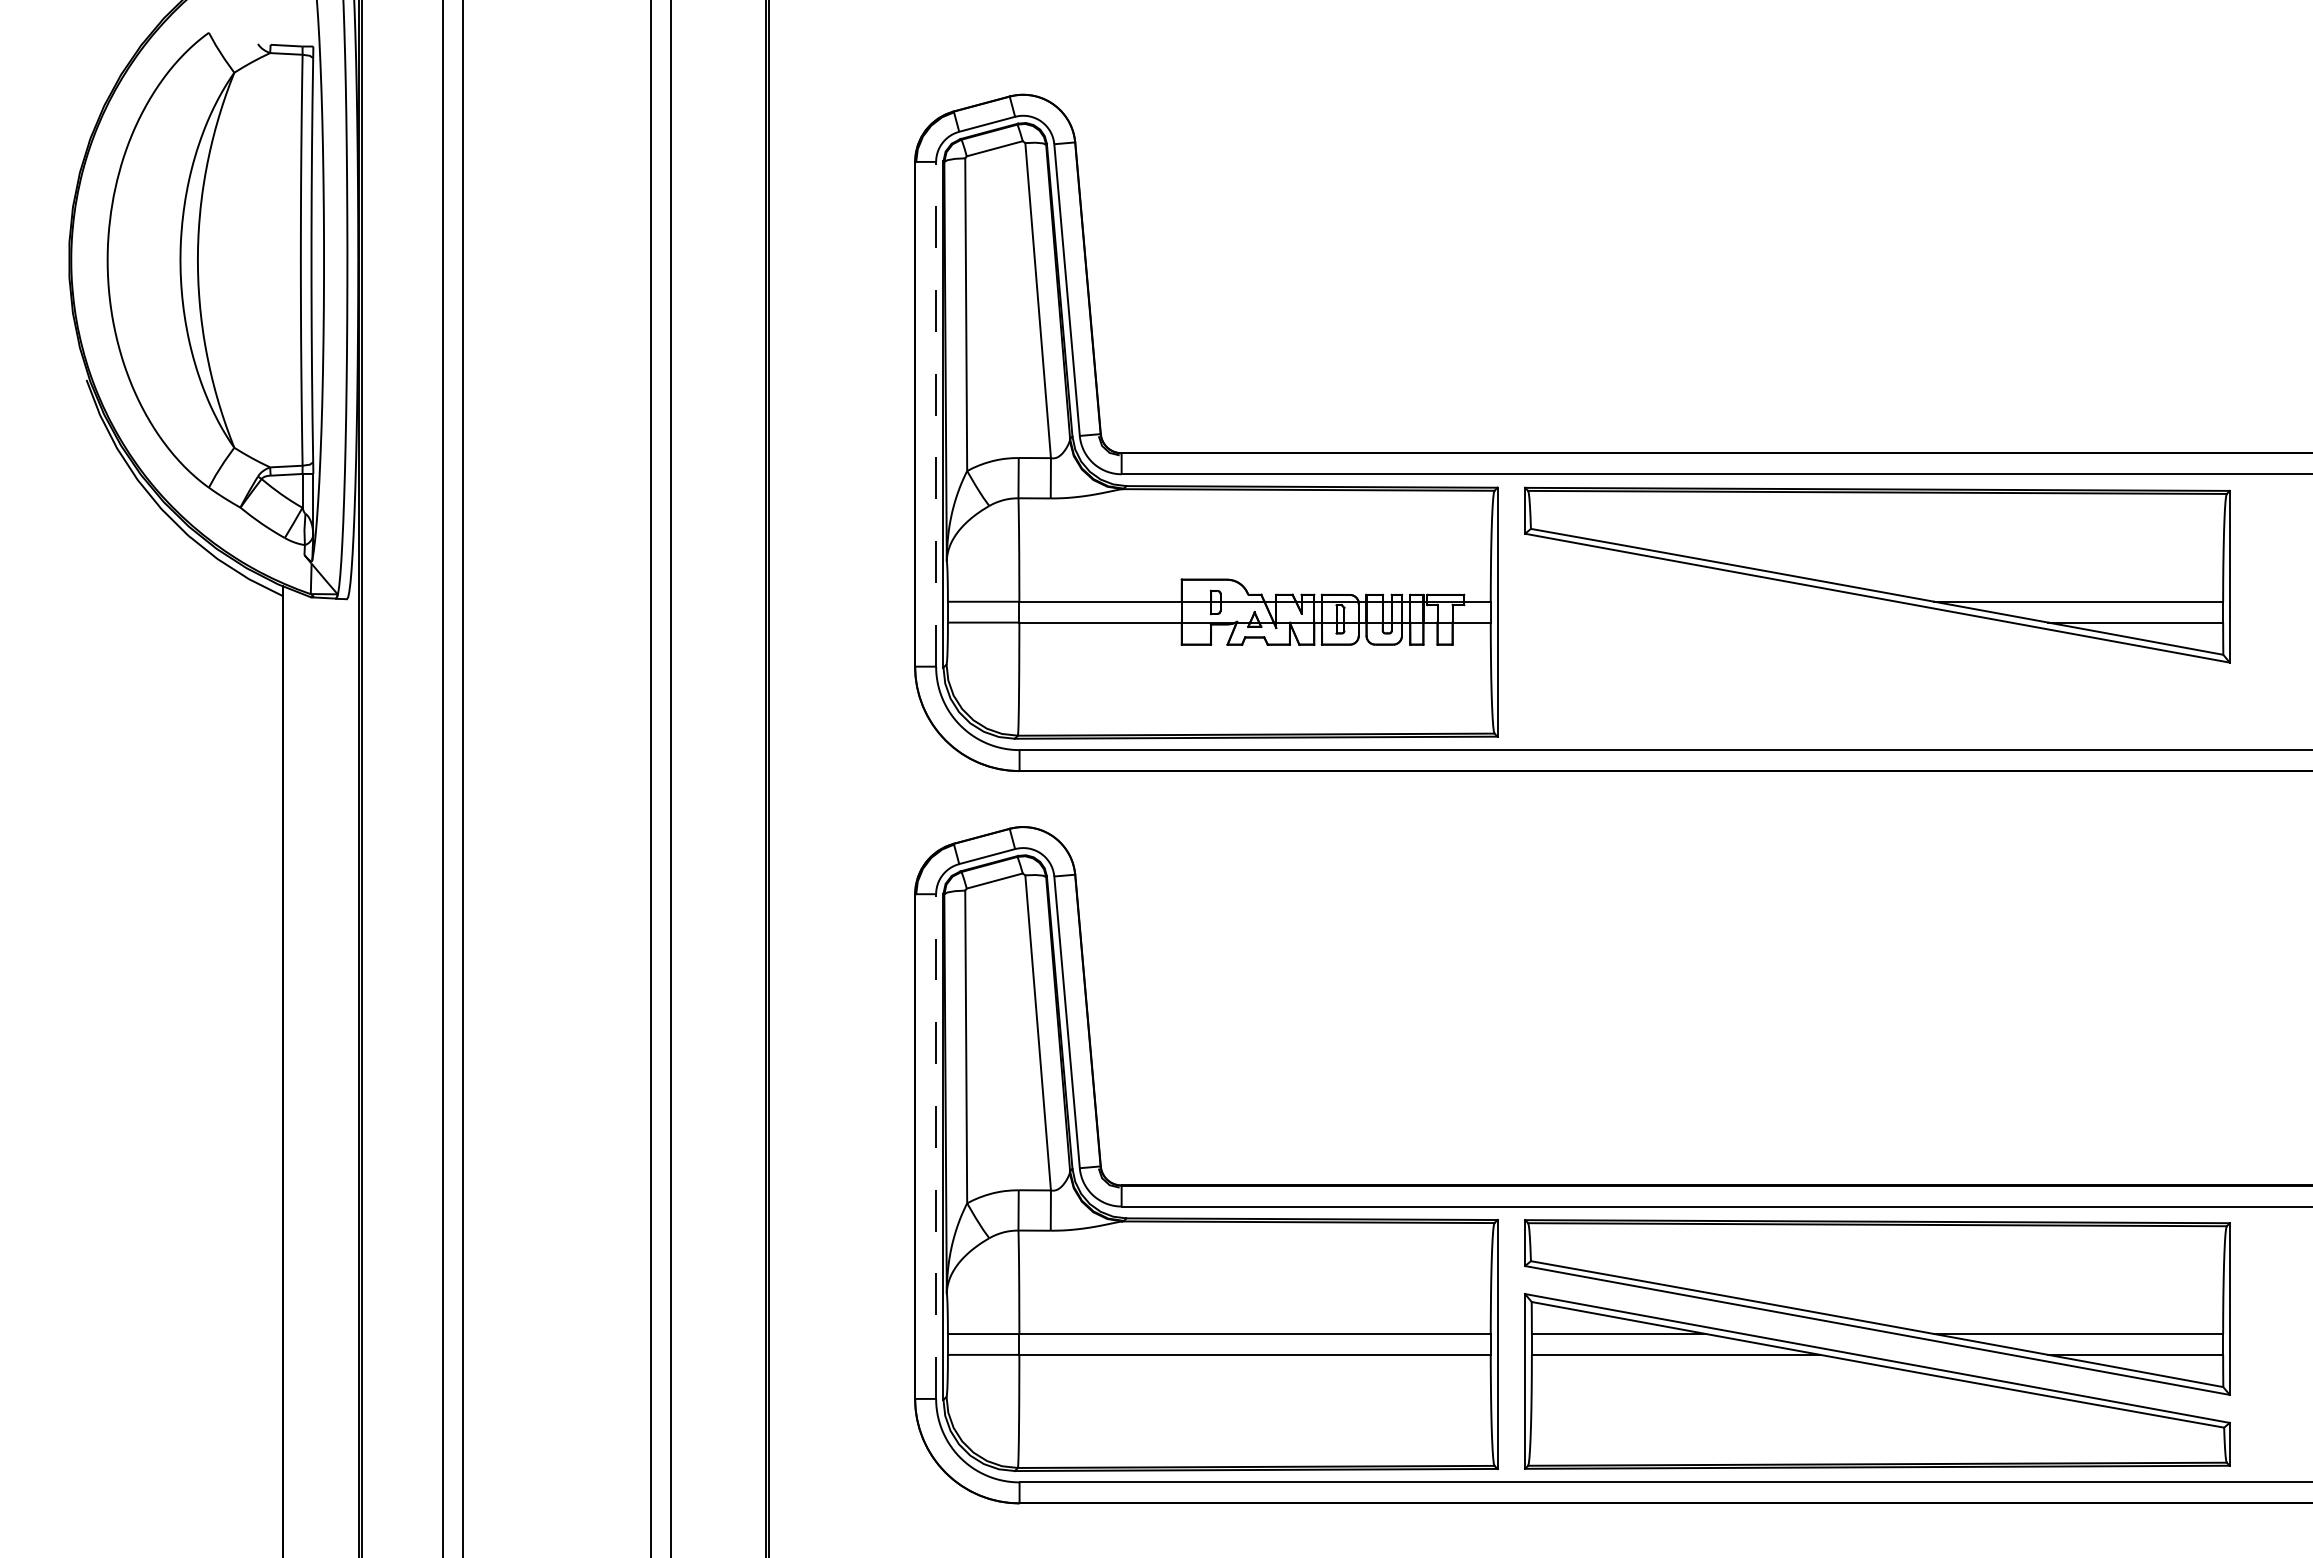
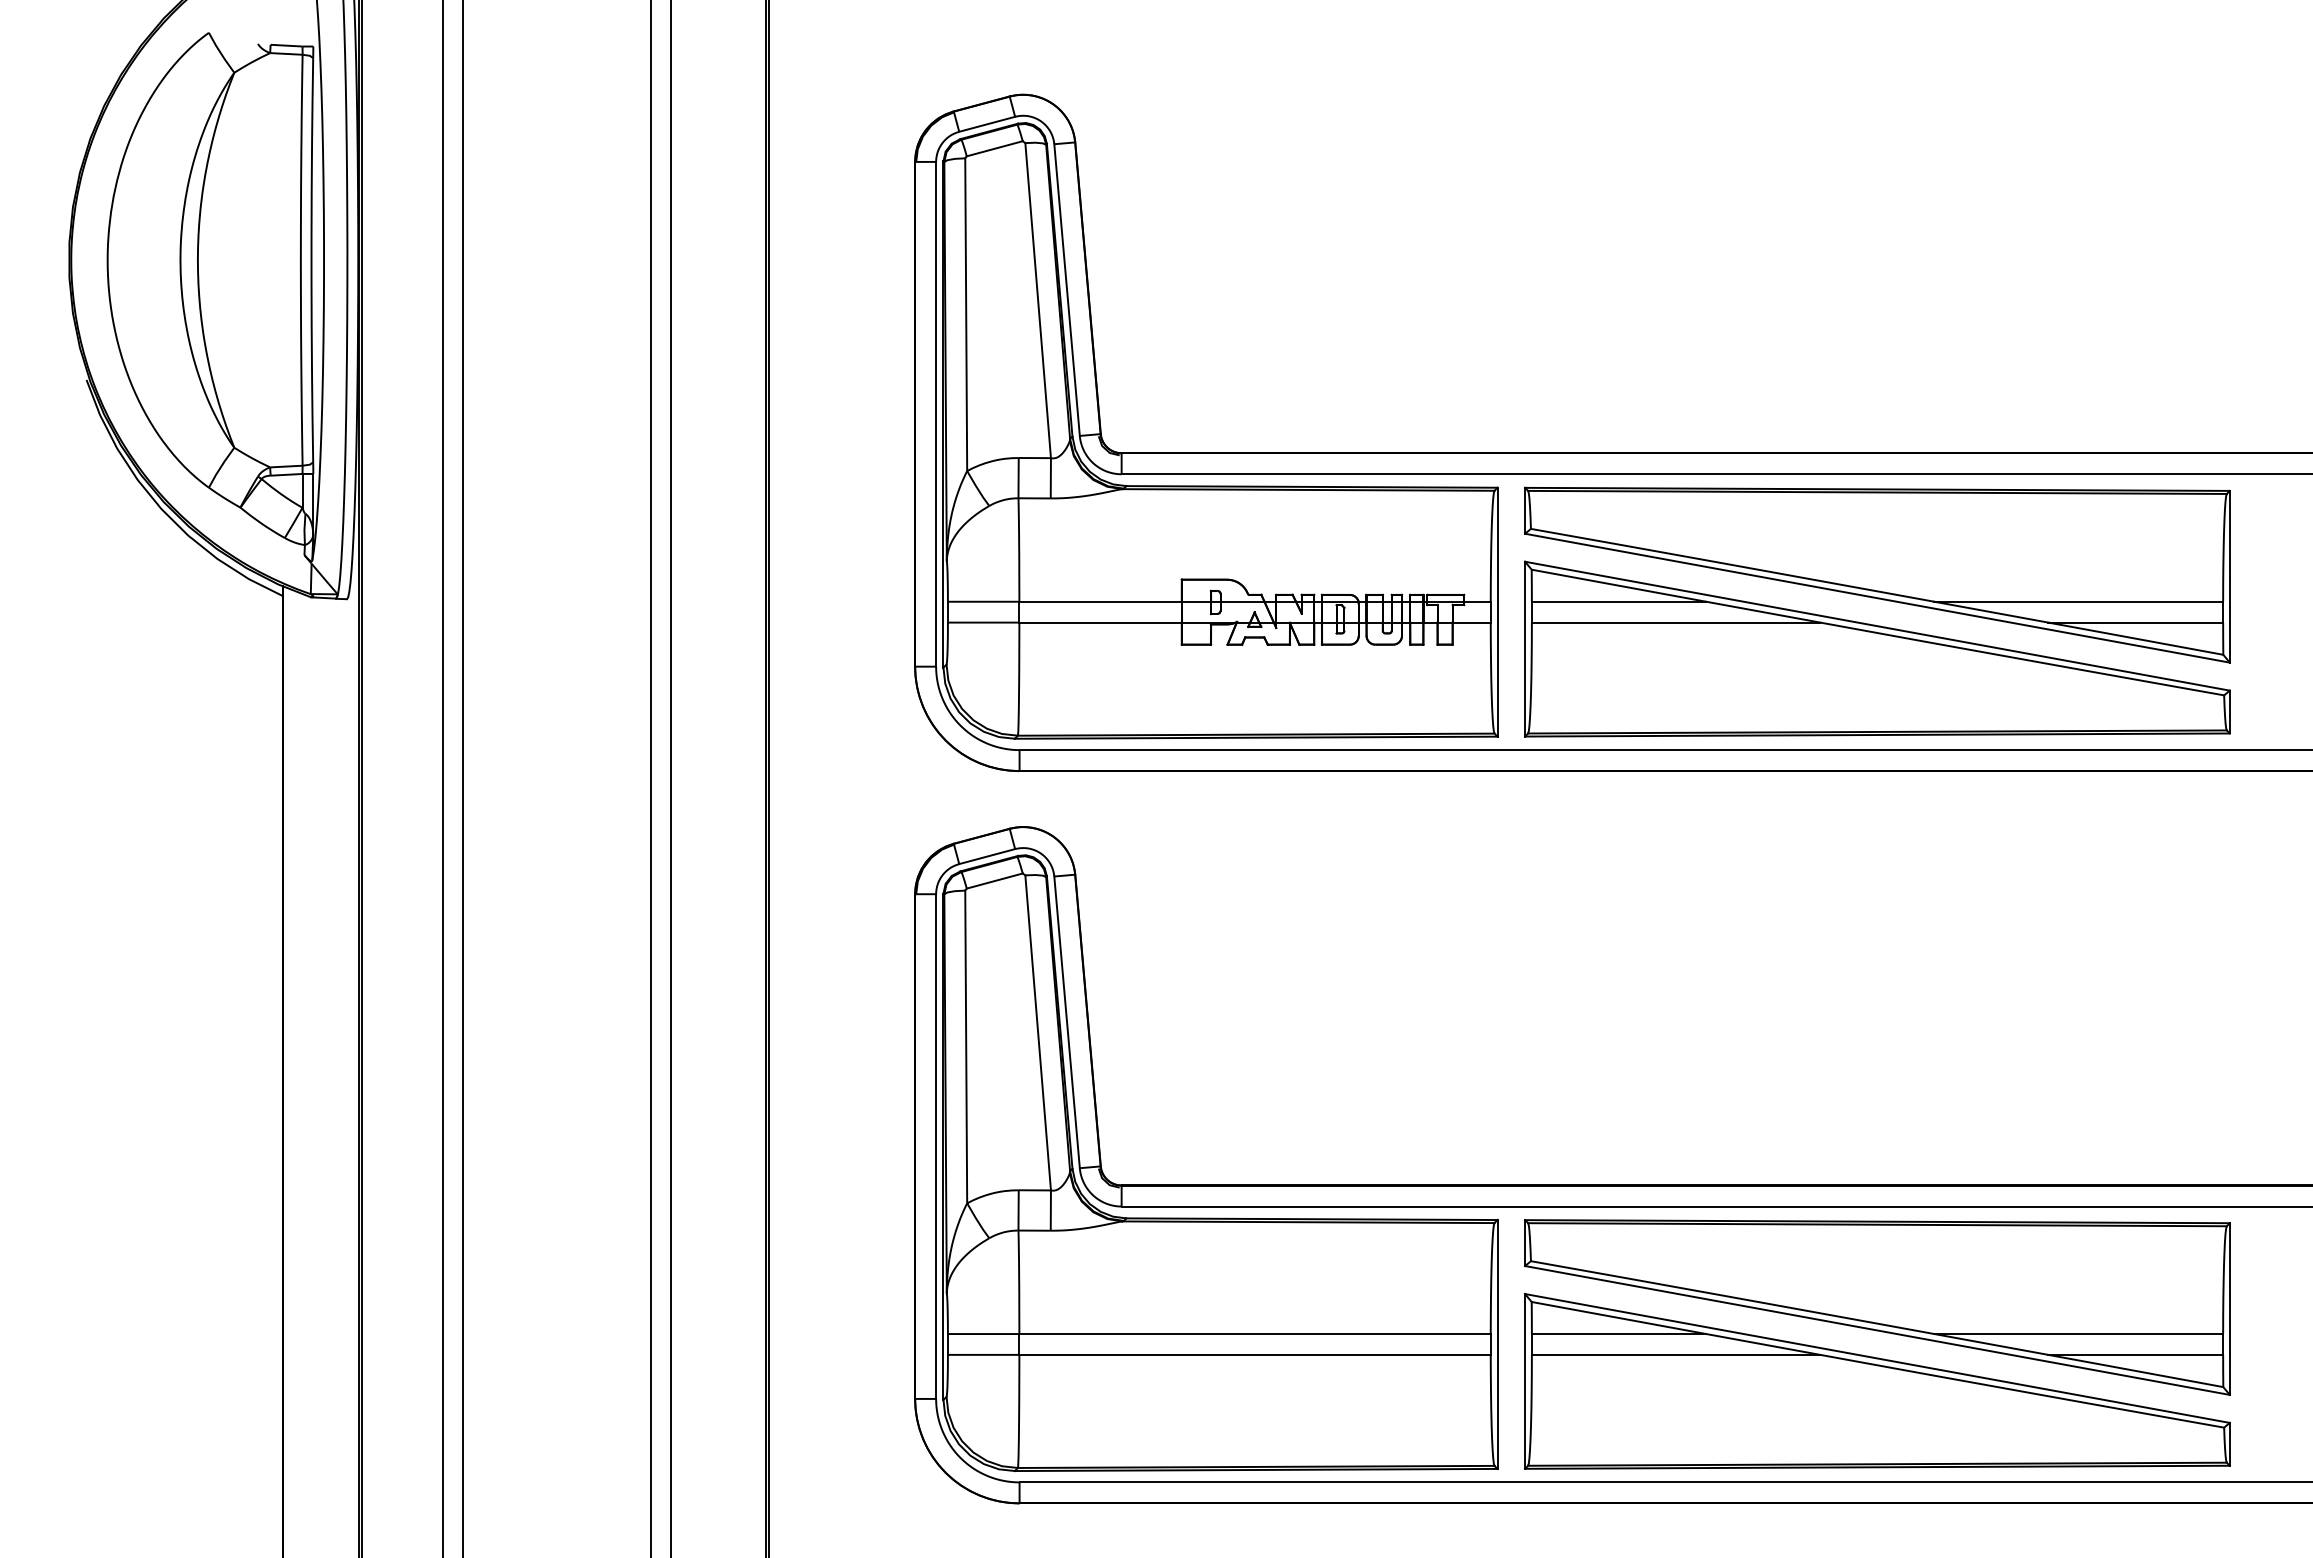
line at (936, 413): dashed -> solid
part at (1877, 648): none -> present
line at (936, 1146): dashed -> solid
